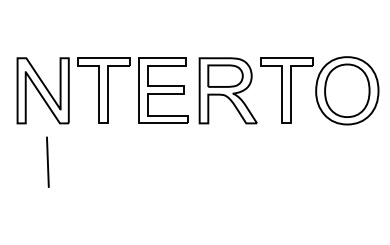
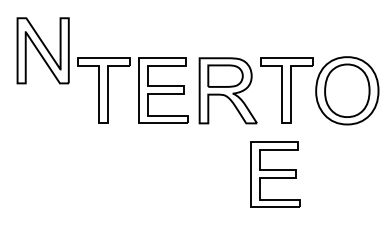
part at (42, 90) position: (42, 90) -> (42, 50)
line at (47, 161): present -> none
part at (275, 174): none -> present
